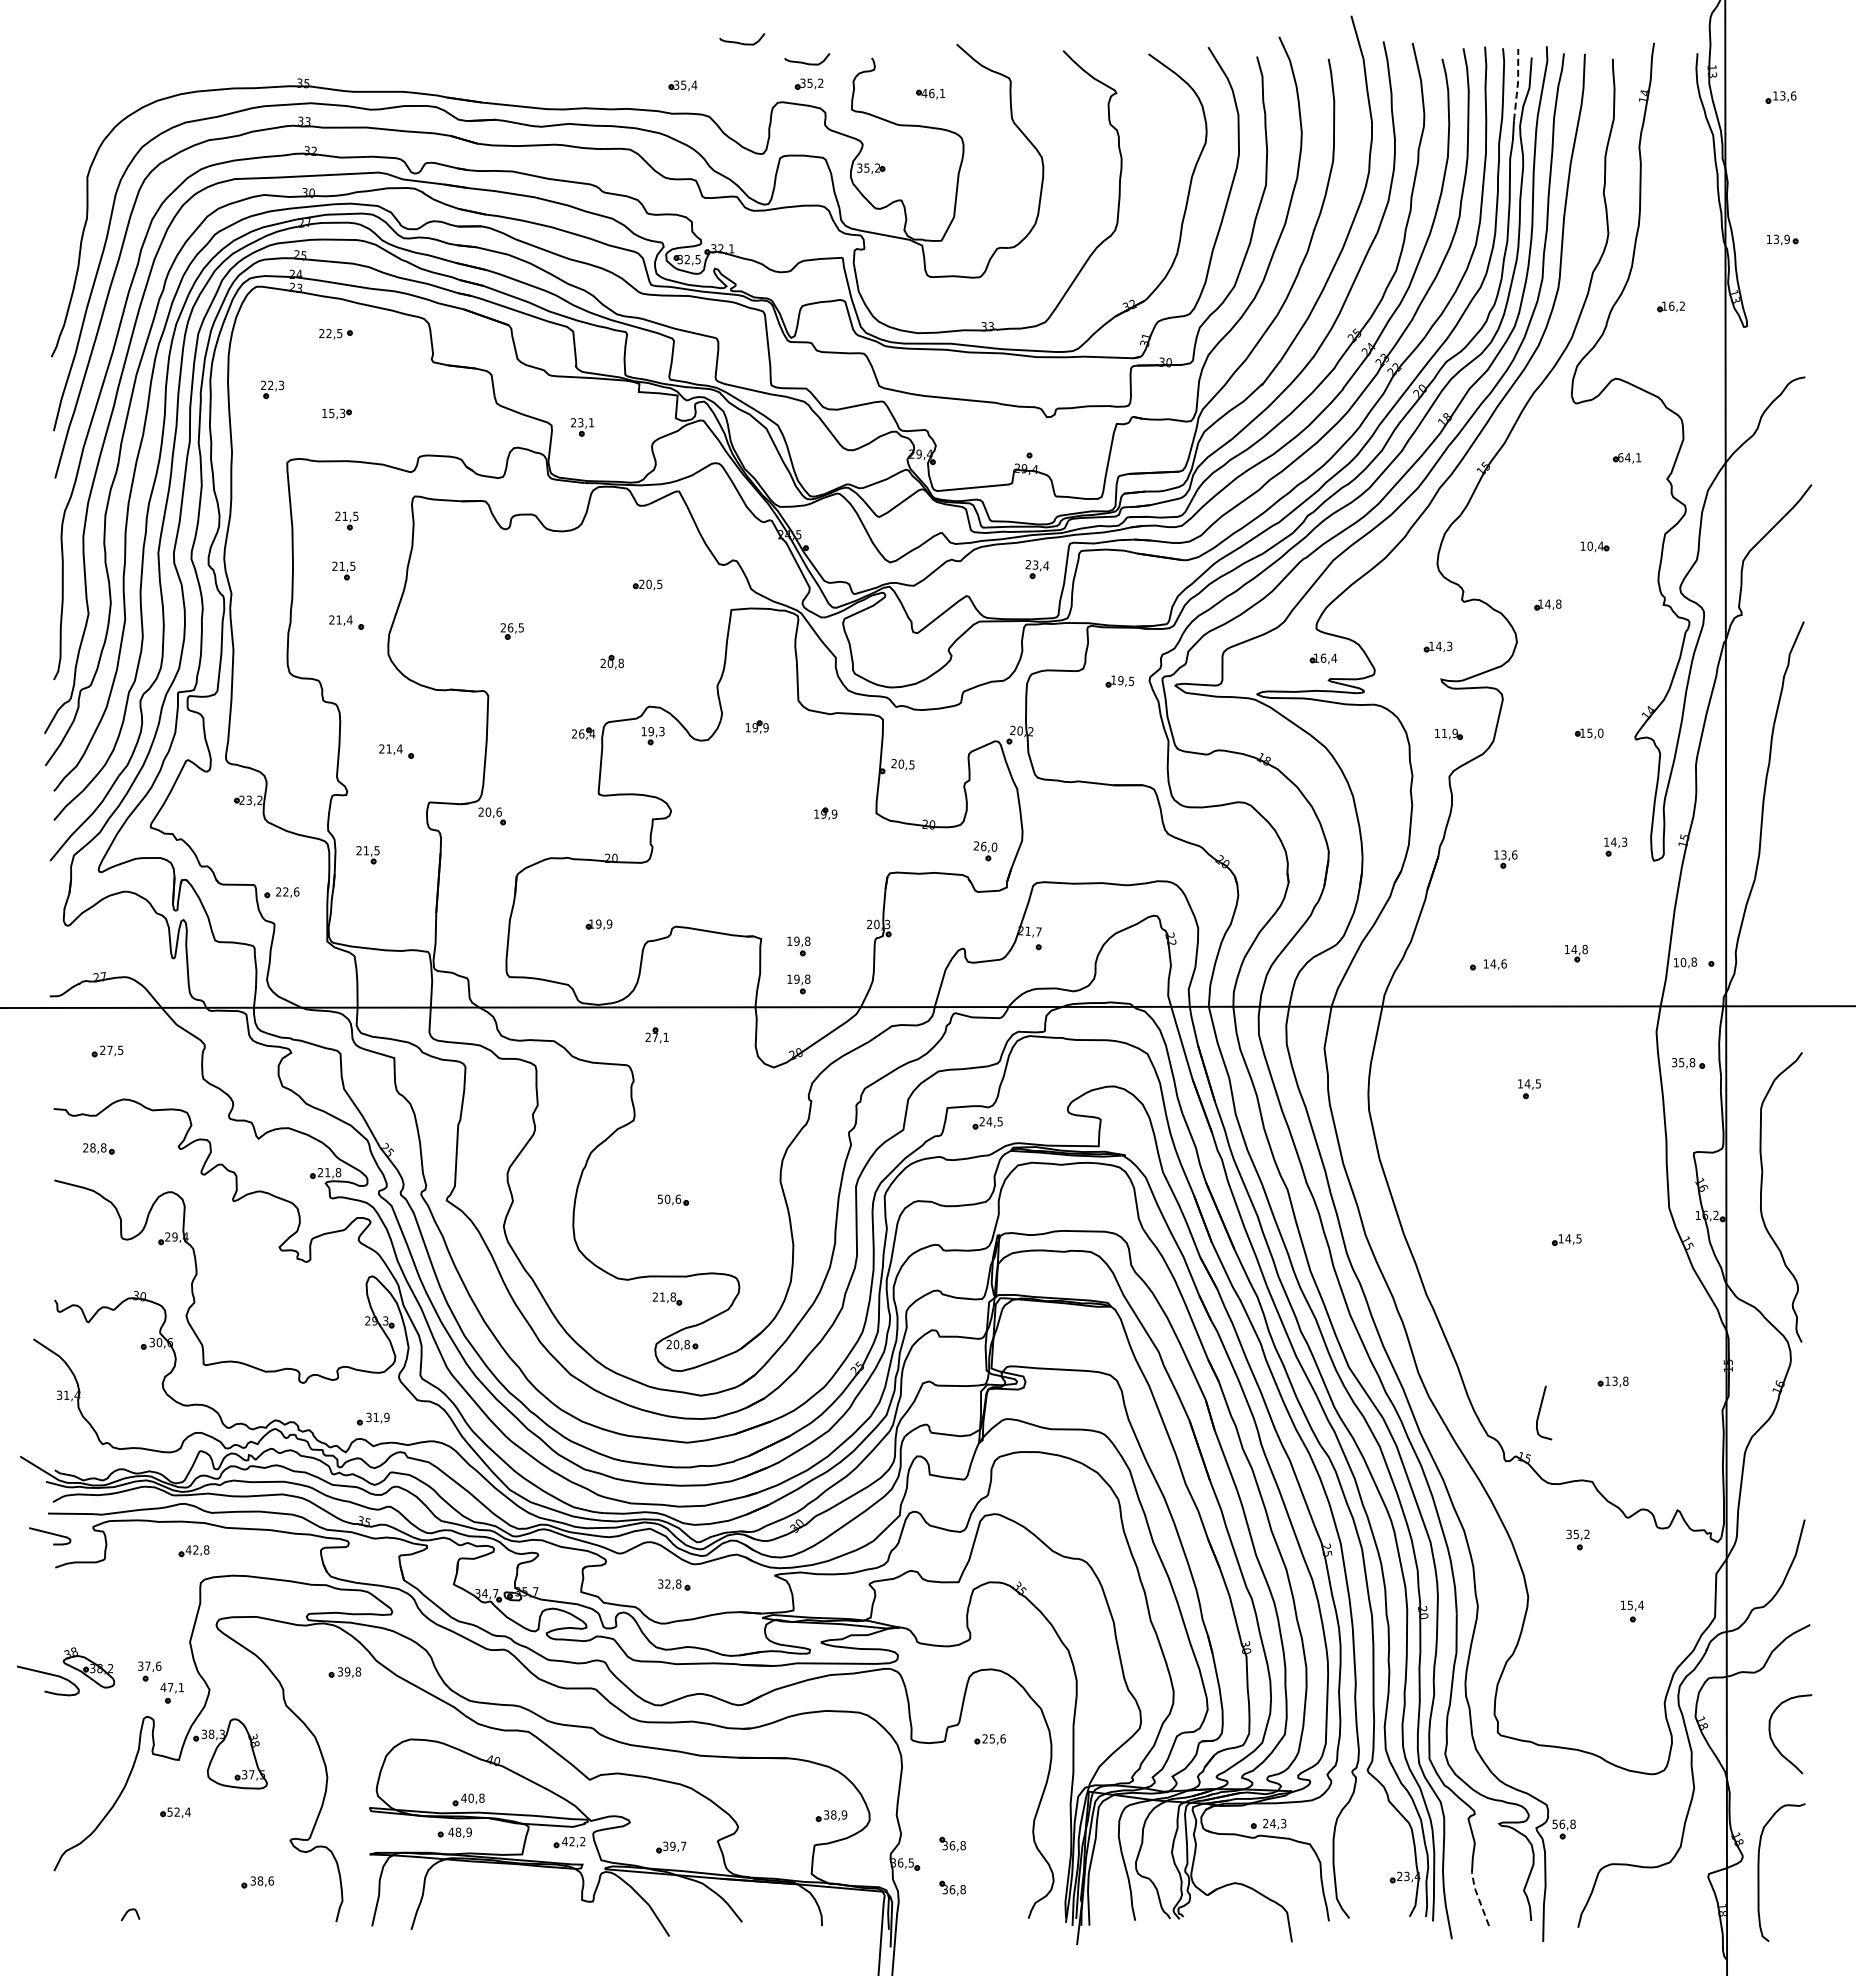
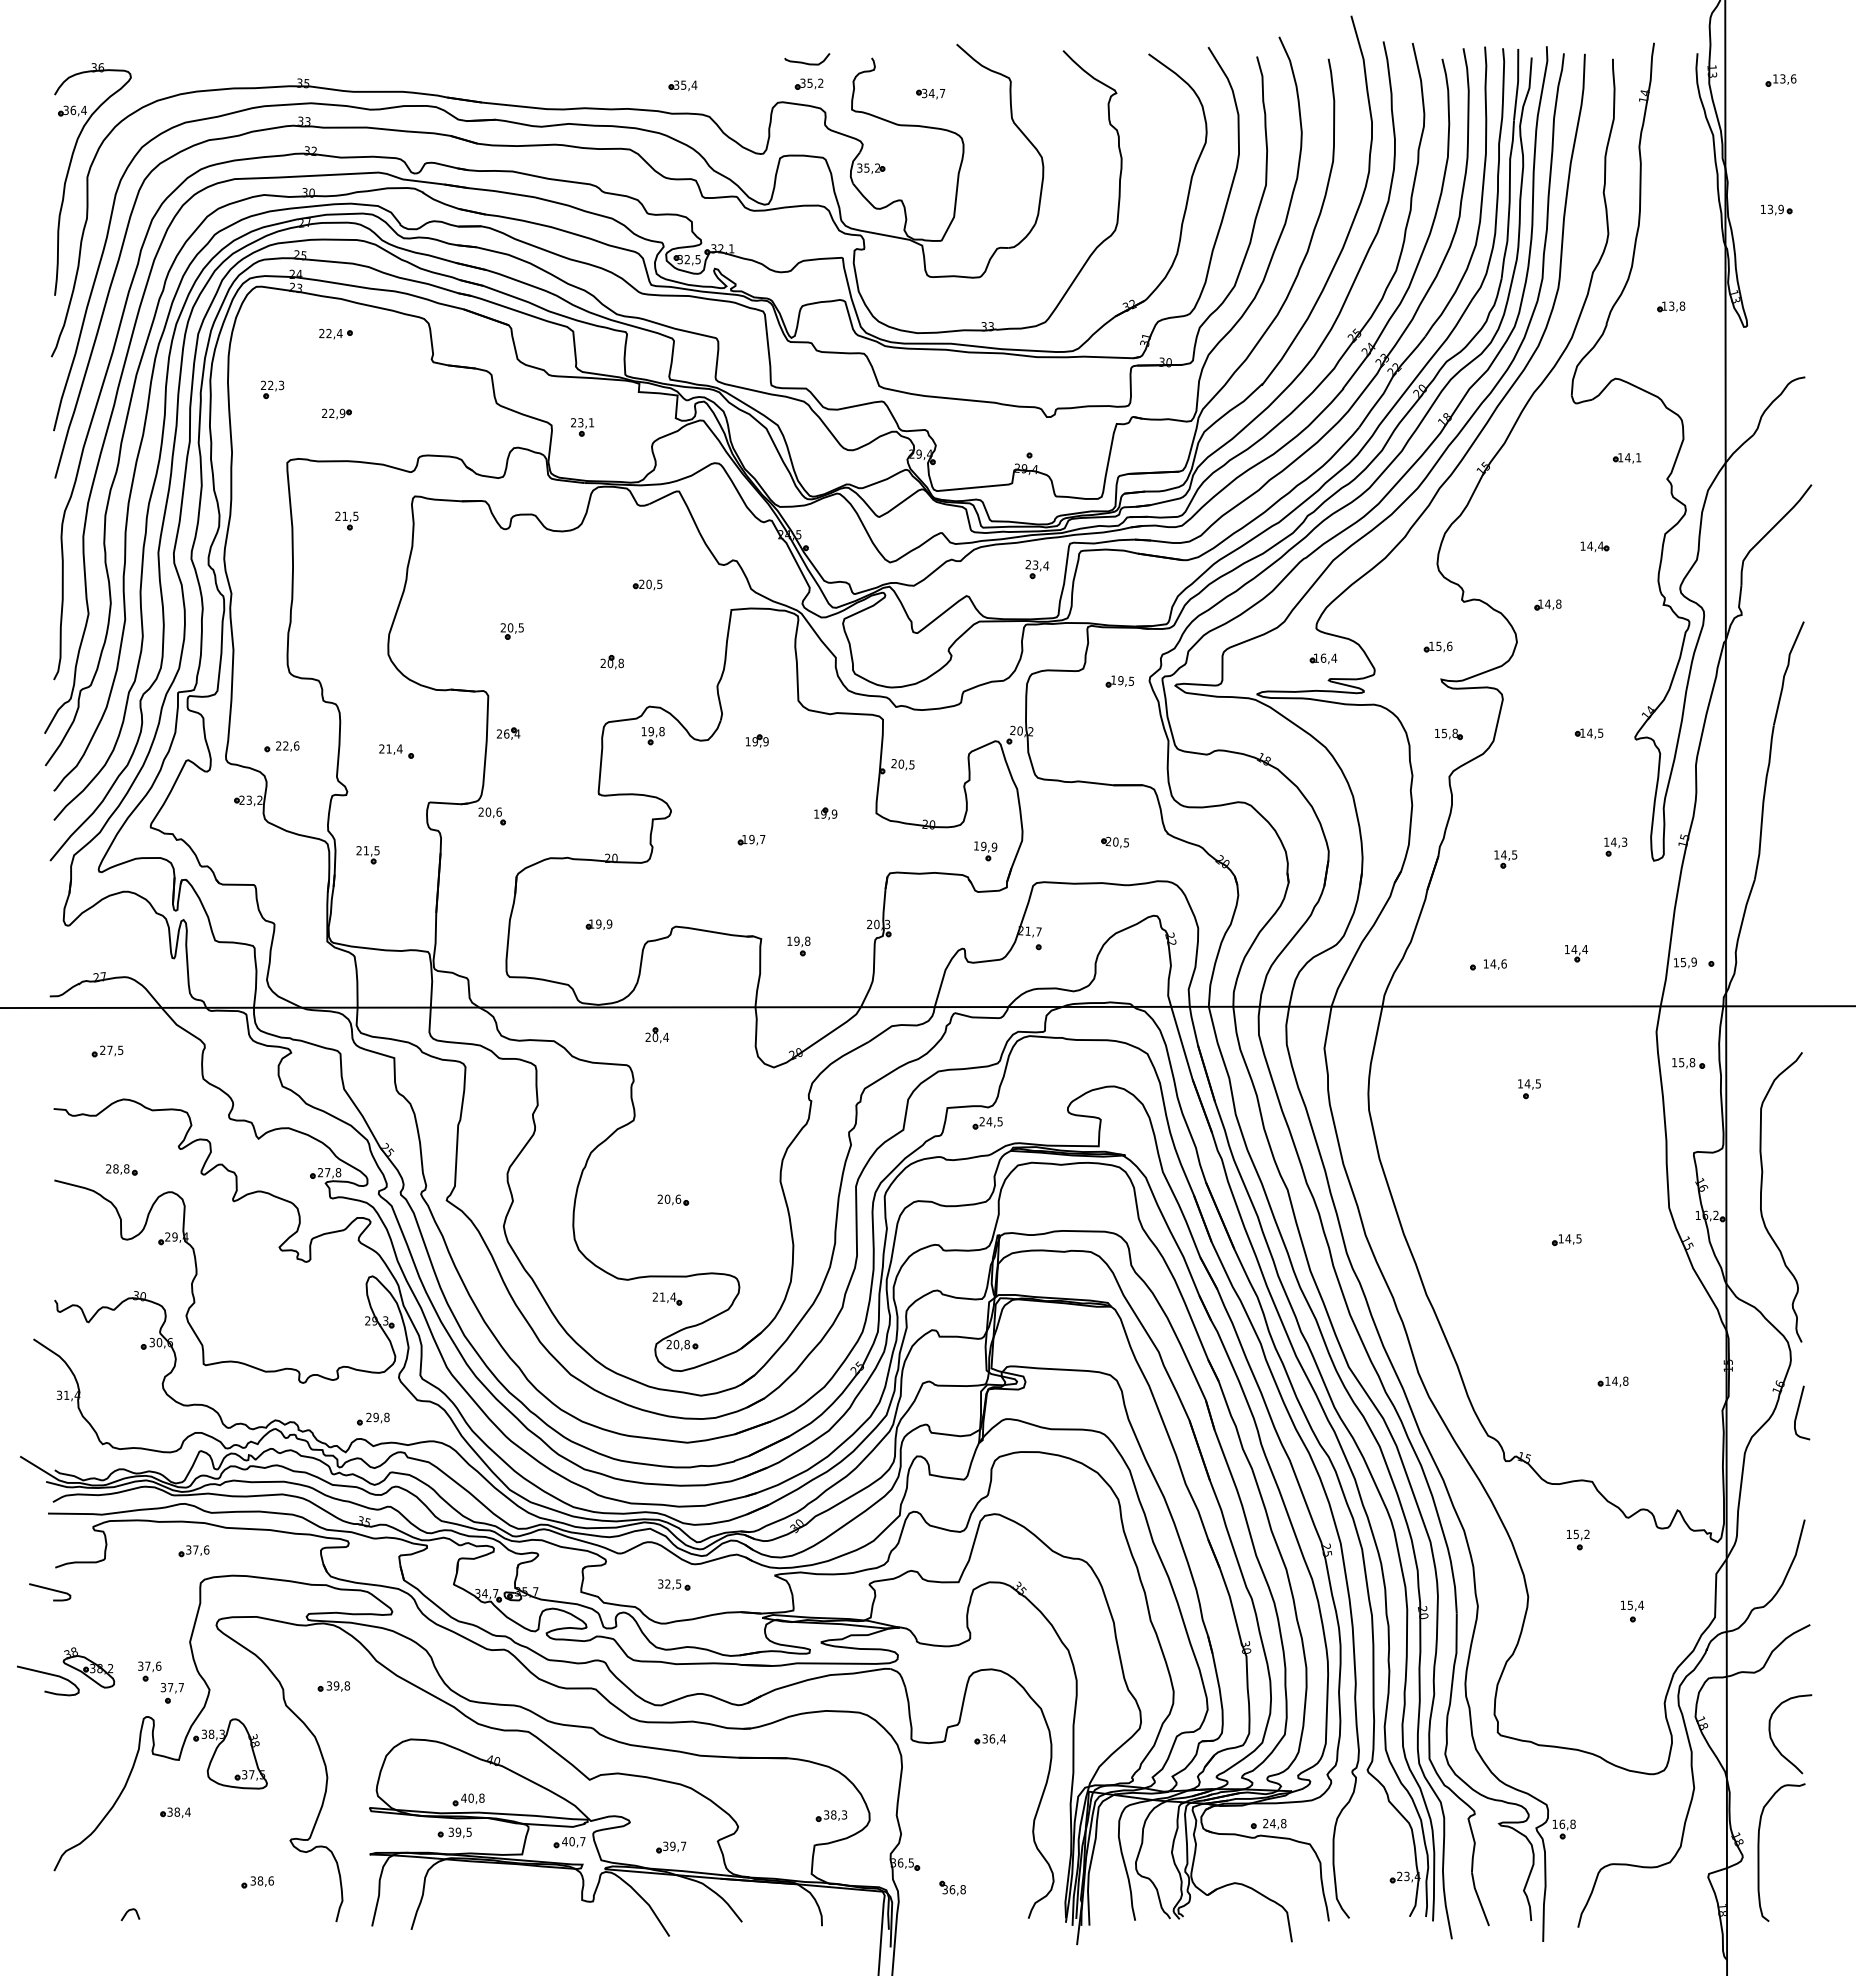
curve at (741, 42): present -> none
line at (1517, 84): dashed -> solid
text at (933, 93): 46,1 -> 34,7
part at (1780, 97) position: (1780, 97) -> (1780, 80)
part at (69, 171): none -> present
part at (1782, 239) position: (1782, 239) -> (1776, 209)
text at (1677, 305): 16,2 -> 13,8
text at (339, 333): 22,5 -> 22,4
text at (333, 413): 15,3 -> 22,9
text at (1620, 457): 64,1 -> 14,1
text at (1590, 545): 10,4 -> 14,4
part at (343, 570): present -> none
part at (346, 622): present -> none
text at (510, 627): 26,5 -> 20,5
text at (1444, 645): 14,3 -> 15,6
part at (756, 726) position: (756, 726) -> (756, 740)
text at (661, 731): 19,3 -> 19,8
text at (1595, 732): 15,0 -> 14,5
part at (583, 733) position: (583, 733) -> (508, 733)
text at (1449, 733): 11,9 -> 15,8
part at (751, 840): none -> present
part at (1114, 842): none -> present
text at (984, 846): 26,0 -> 19,9
text at (1509, 854): 13,6 -> 14,5
part at (281, 892) position: (281, 892) -> (281, 746)
text at (1585, 949): 14,8 -> 14,4
text at (1688, 962): 10,8 -> 15,9
part at (798, 984): present -> none
text at (660, 1036): 27,1 -> 20,4
text at (1674, 1062): 35,8 -> 15,8
part at (98, 1148) position: (98, 1148) -> (121, 1169)
text at (327, 1172): 21,8 -> 27,8
text at (659, 1198): 50,6 -> 20,6
text at (672, 1296): 21,8 -> 21,4
text at (1614, 1380): 13,8 -> 14,8
curve at (1540, 1412) position: (1540, 1412) -> (1798, 1412)
text at (377, 1417): 31,9 -> 29,8
curve at (50, 1534) position: (50, 1534) -> (50, 1590)
text at (1568, 1534): 35,2 -> 15,2
text at (197, 1549): 42,8 -> 37,6
text at (678, 1583): 32,8 -> 32,5
part at (344, 1672) position: (344, 1672) -> (333, 1686)
text at (171, 1687): 47,1 -> 37,7
text at (993, 1738): 25,6 -> 36,4
text at (173, 1811): 52,4 -> 38,4
text at (844, 1814): 38,9 -> 38,3
text at (1283, 1823): 24,3 -> 24,8
text at (1554, 1823): 56,8 -> 16,8
text at (459, 1831): 48,9 -> 39,5
text at (577, 1841): 42,2 -> 40,7
part at (952, 1843): present -> none
curve at (1759, 1872) position: (1759, 1872) -> (1759, 1852)
line at (1478, 1899): dashed -> solid
